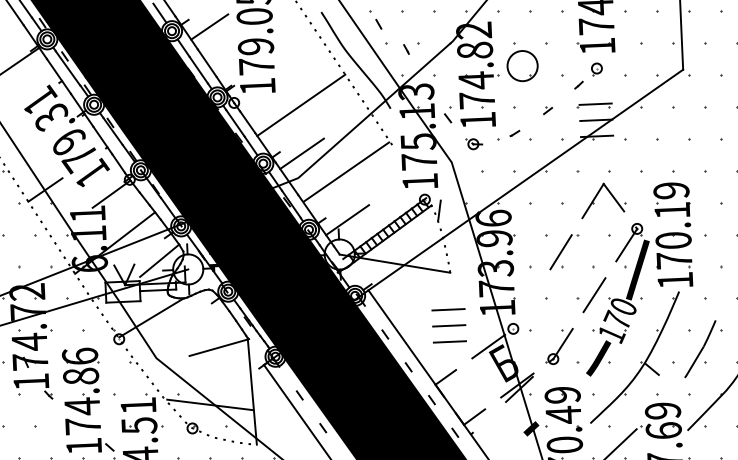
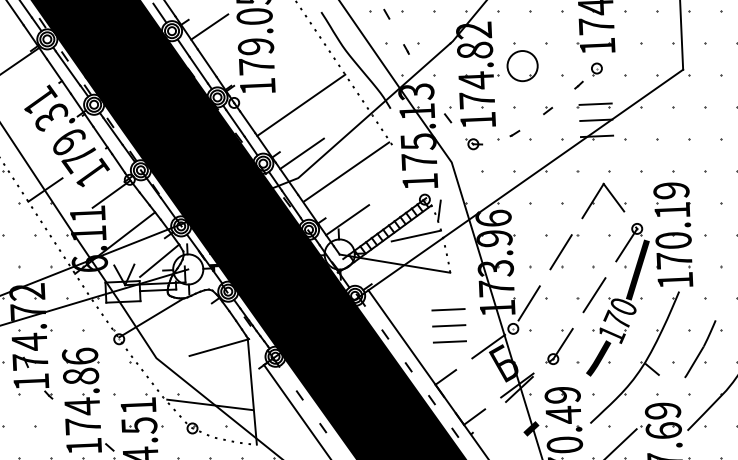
line at (378, 23) position: (378, 23) -> (386, 13)
line at (415, 235): none -> present
line at (528, 303): none -> present
